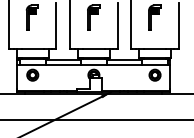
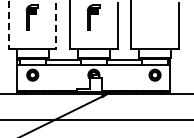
part at (154, 17): present -> none
line at (9, 25): solid -> dashed
line at (56, 26): solid -> dashed
